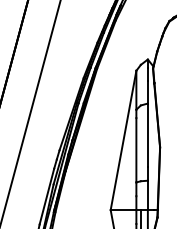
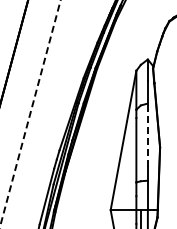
line at (30, 113): solid -> dashed
line at (147, 135): solid -> dashed
